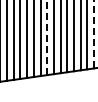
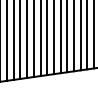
line at (93, 34): dashed -> solid
line at (47, 37): dashed -> solid
